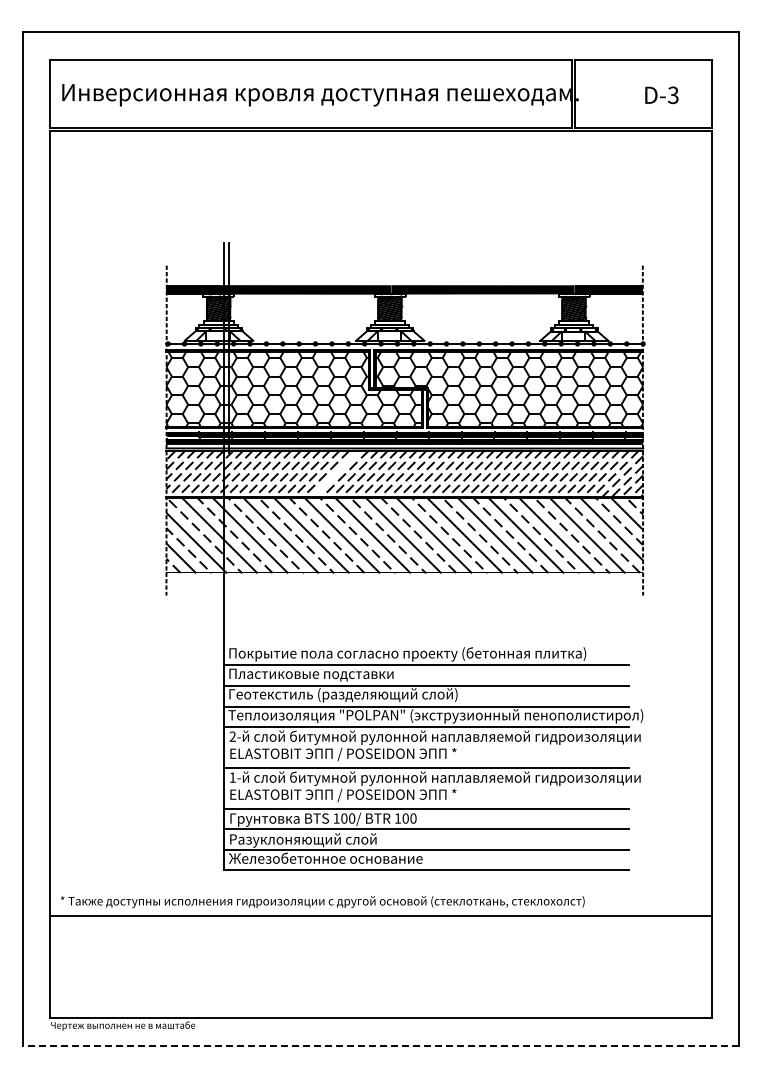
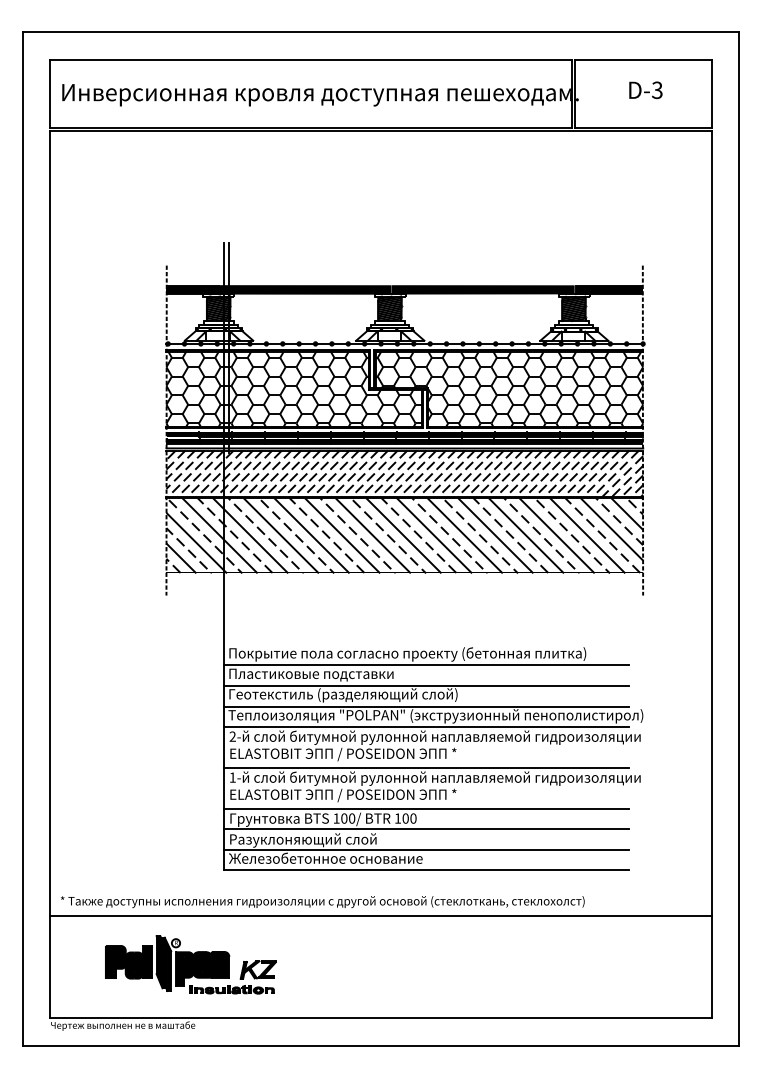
text at (661, 95) position: (661, 95) -> (645, 90)
line at (336, 473): none -> present
part at (190, 964): none -> present
line at (380, 1045): dashed -> solid
